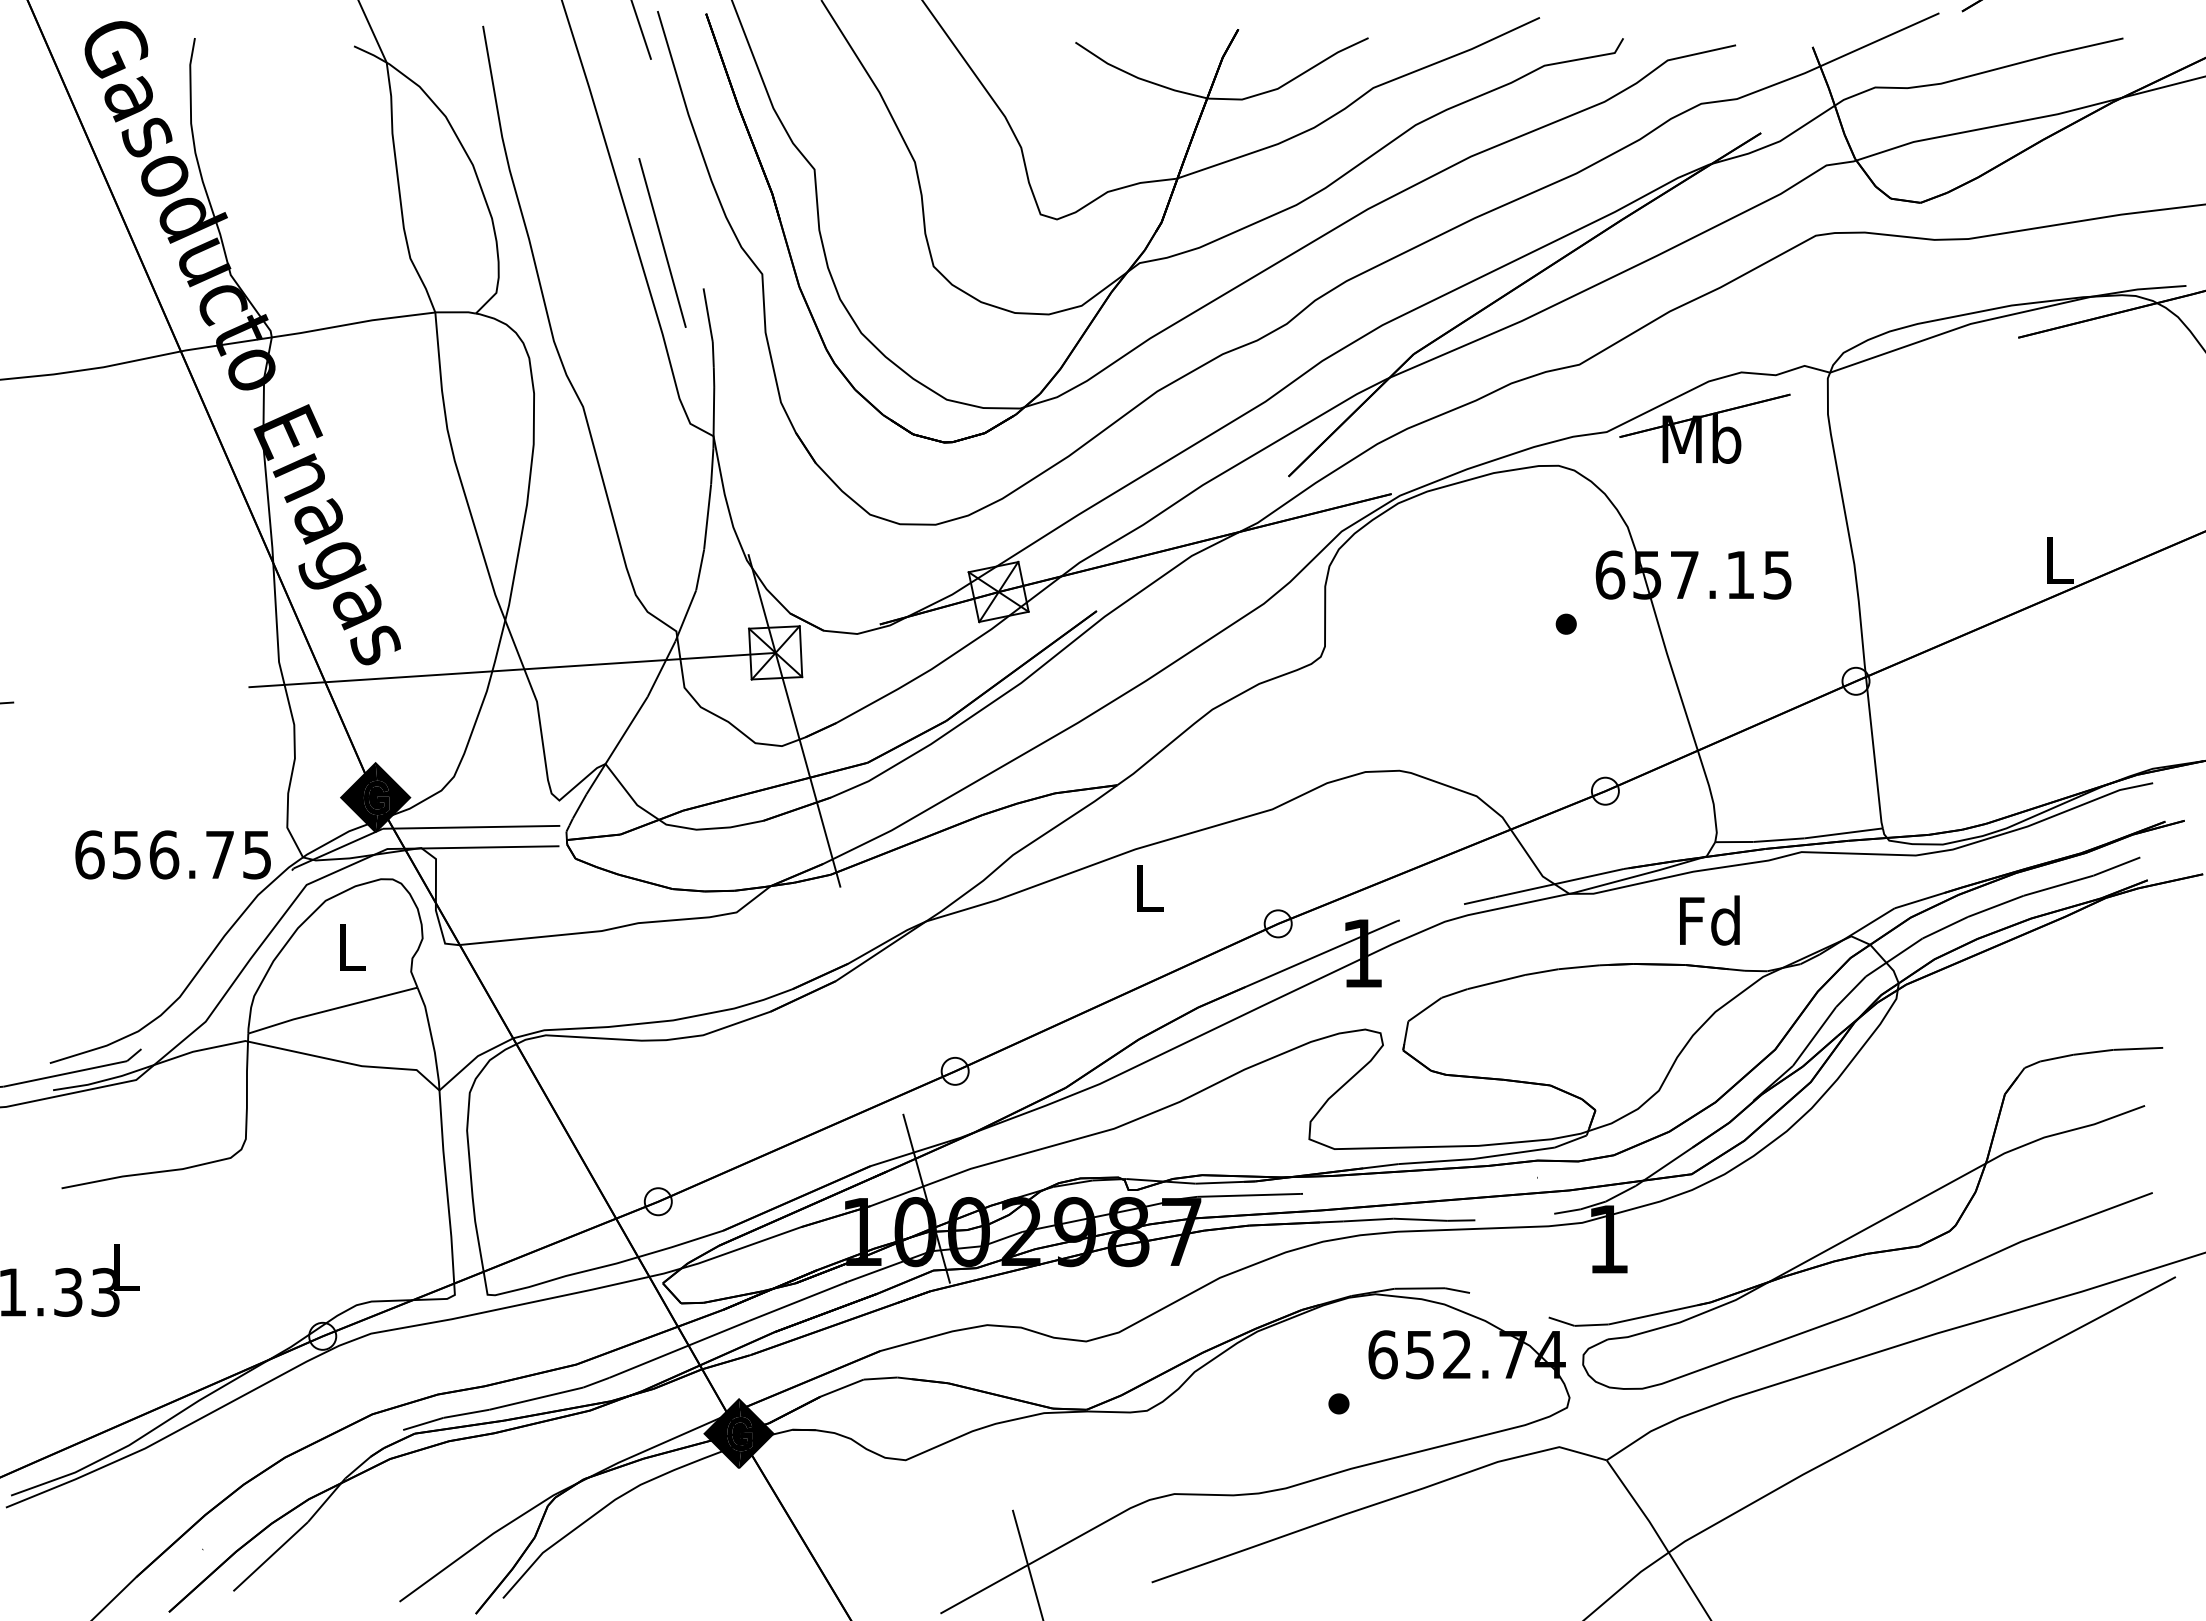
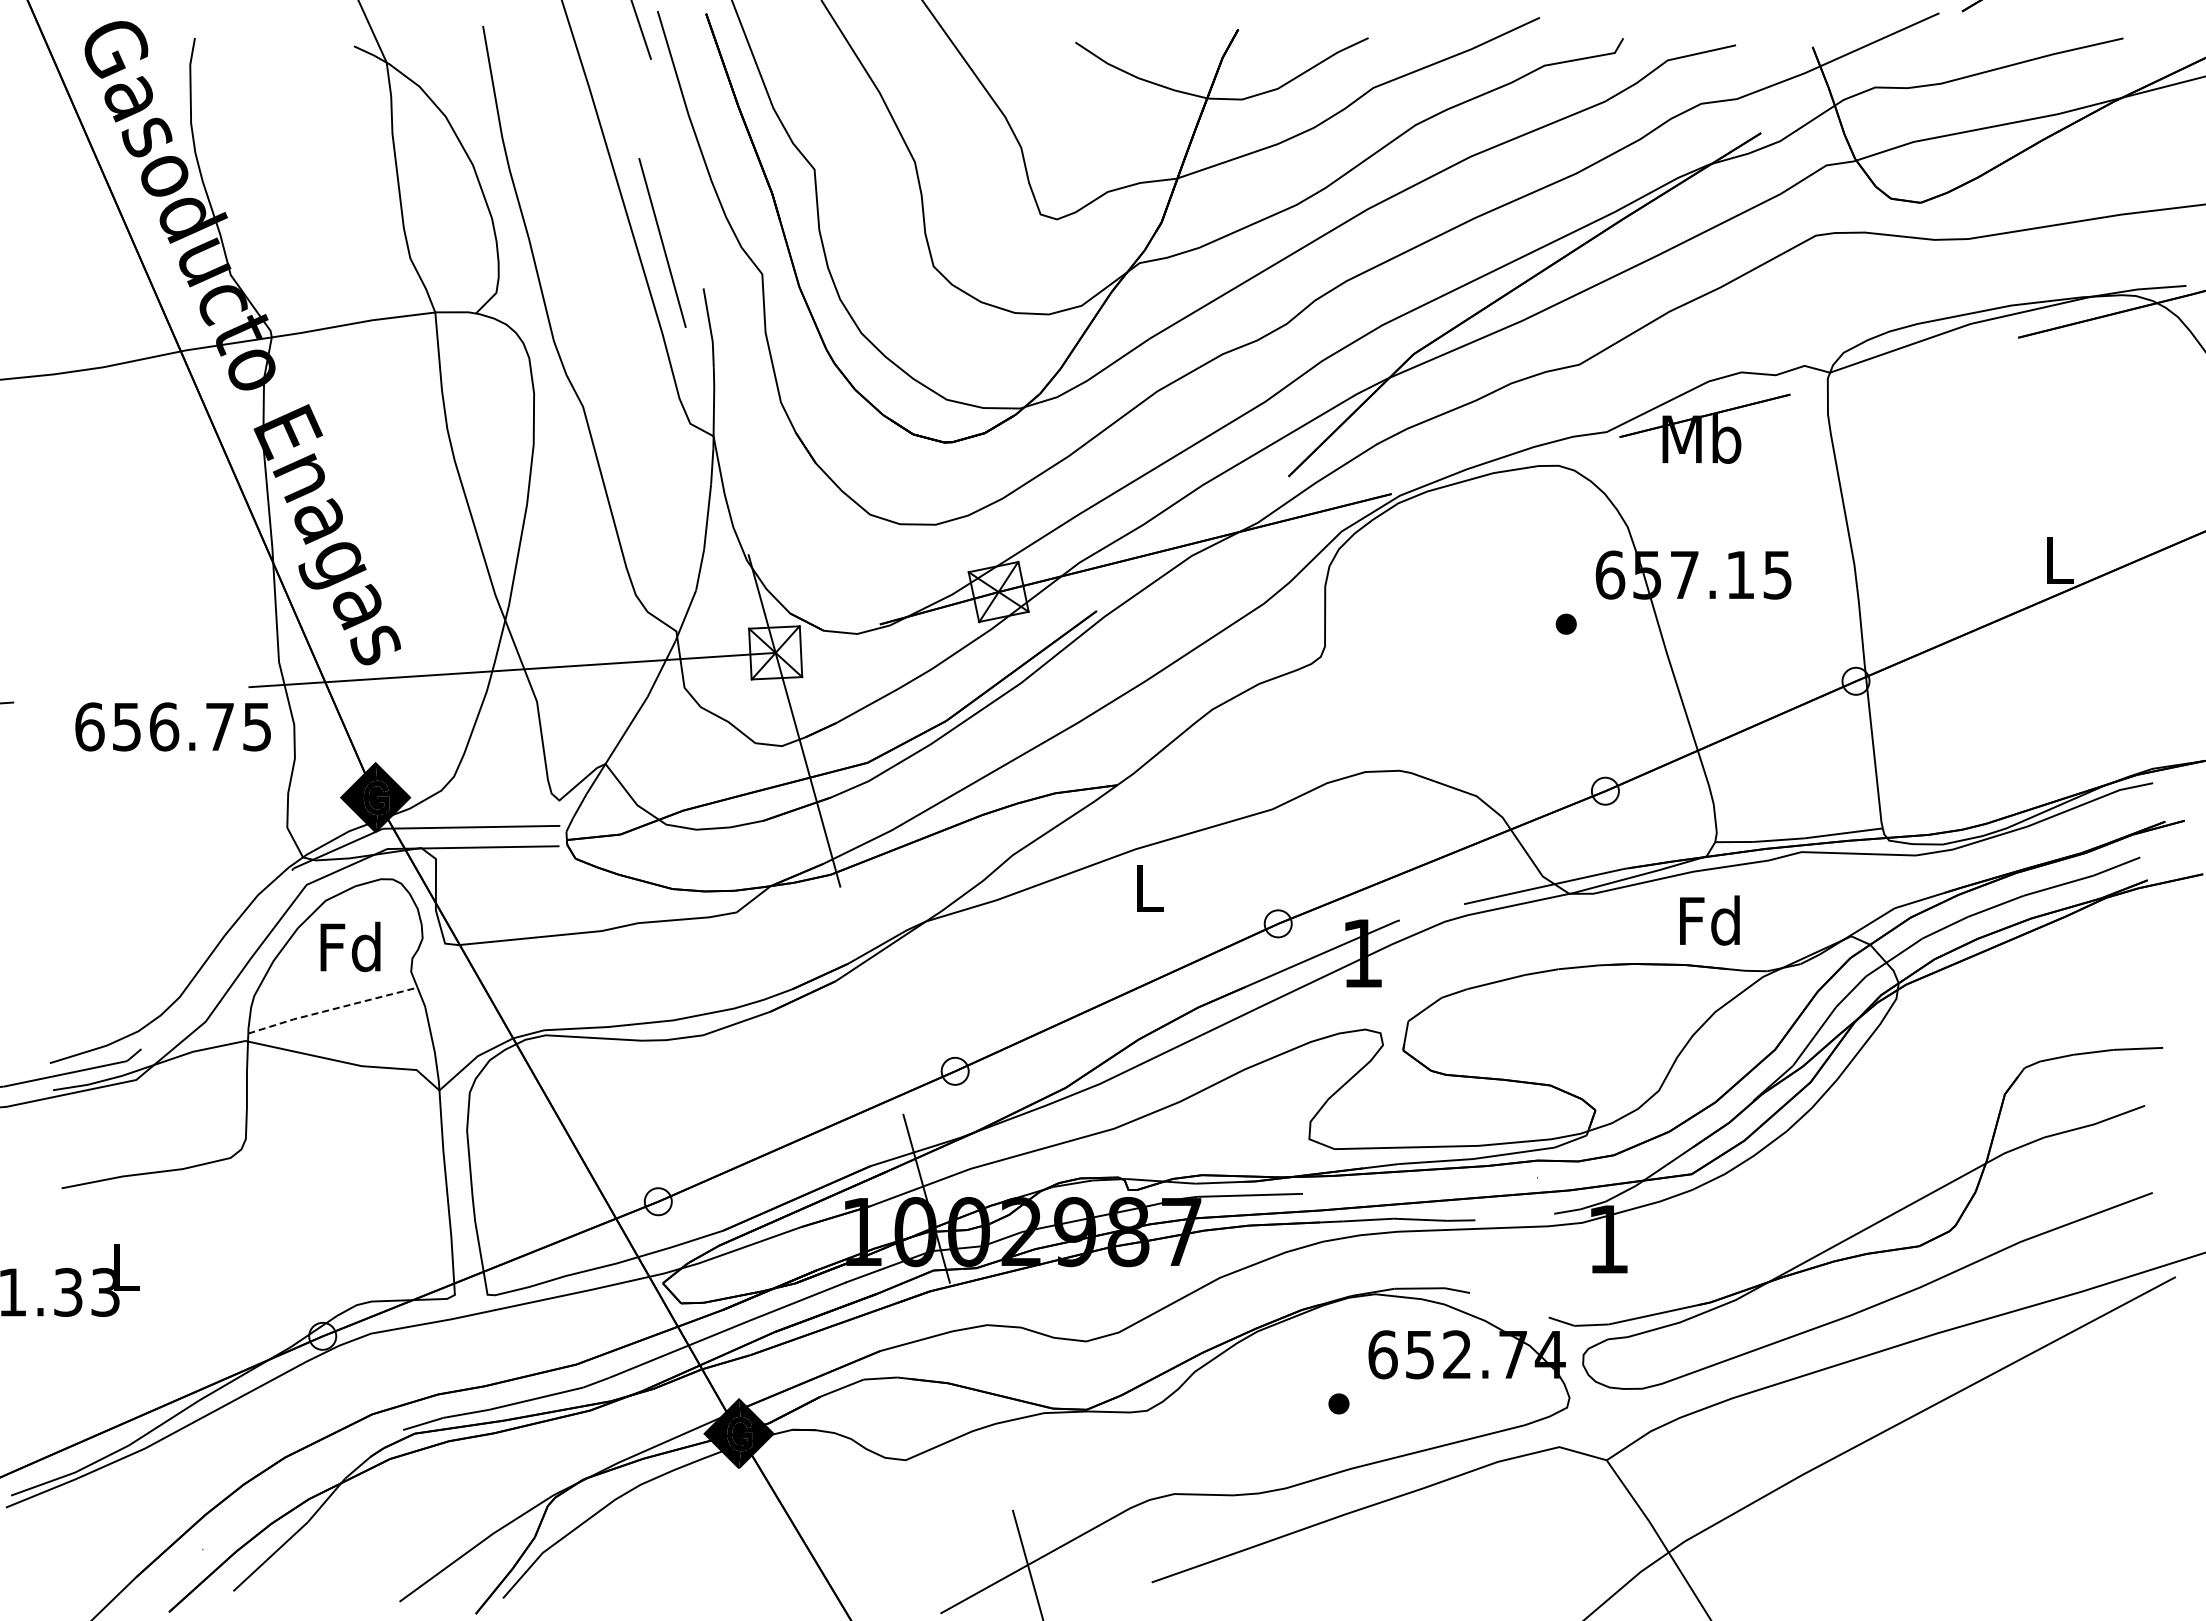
text at (172, 854) position: (172, 854) -> (172, 726)
text at (350, 946): L -> Fd
line at (331, 1009): solid -> dashed
